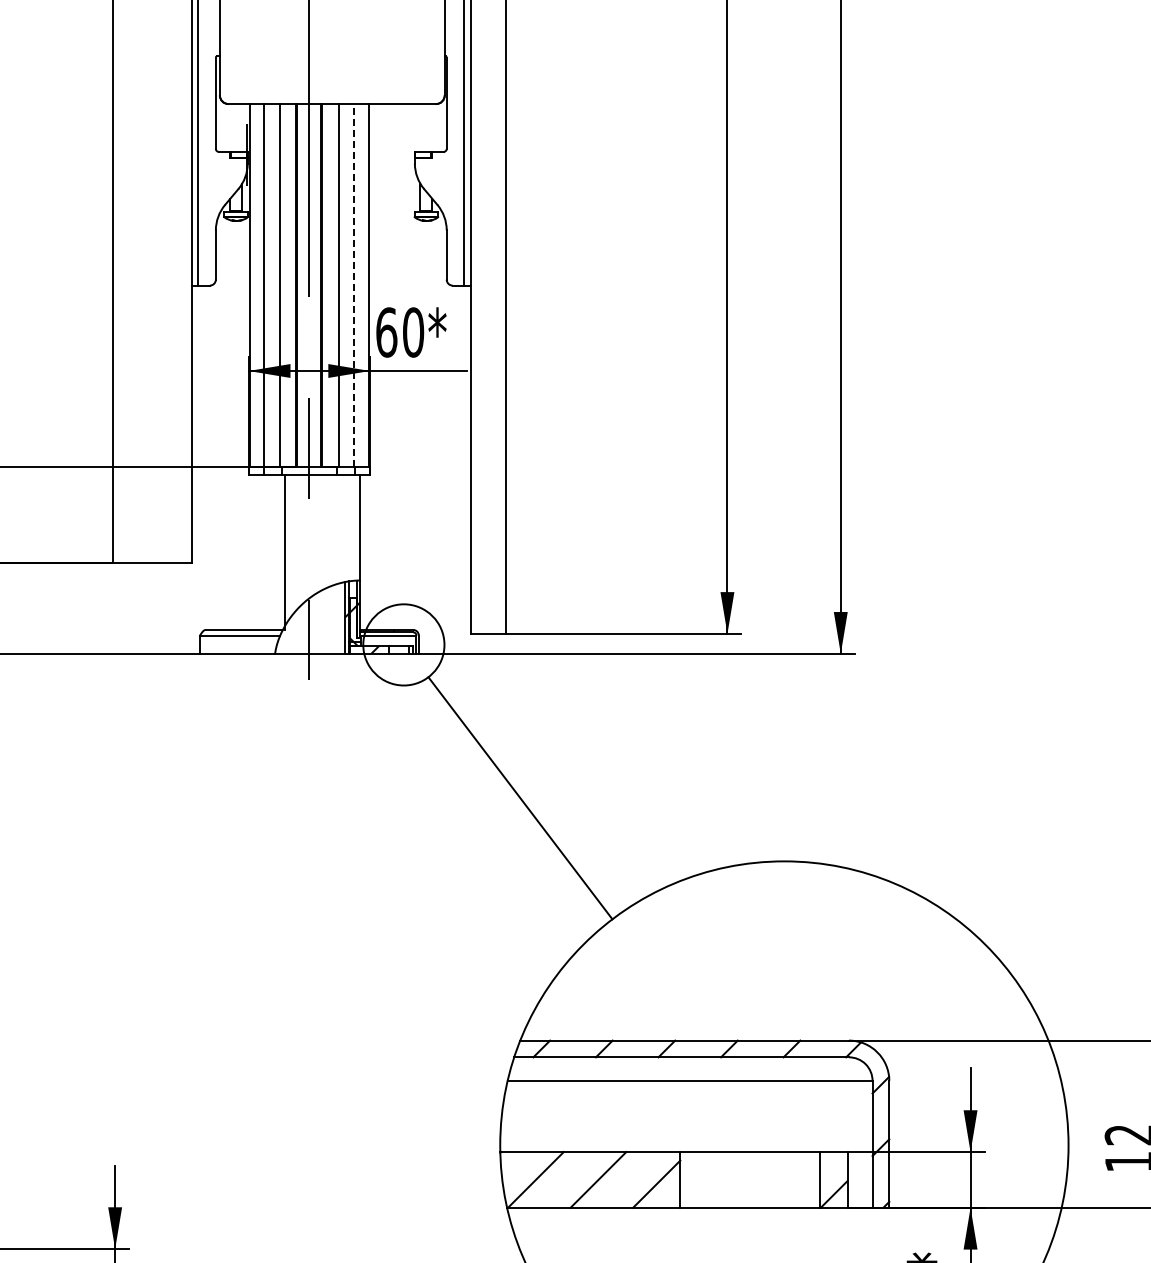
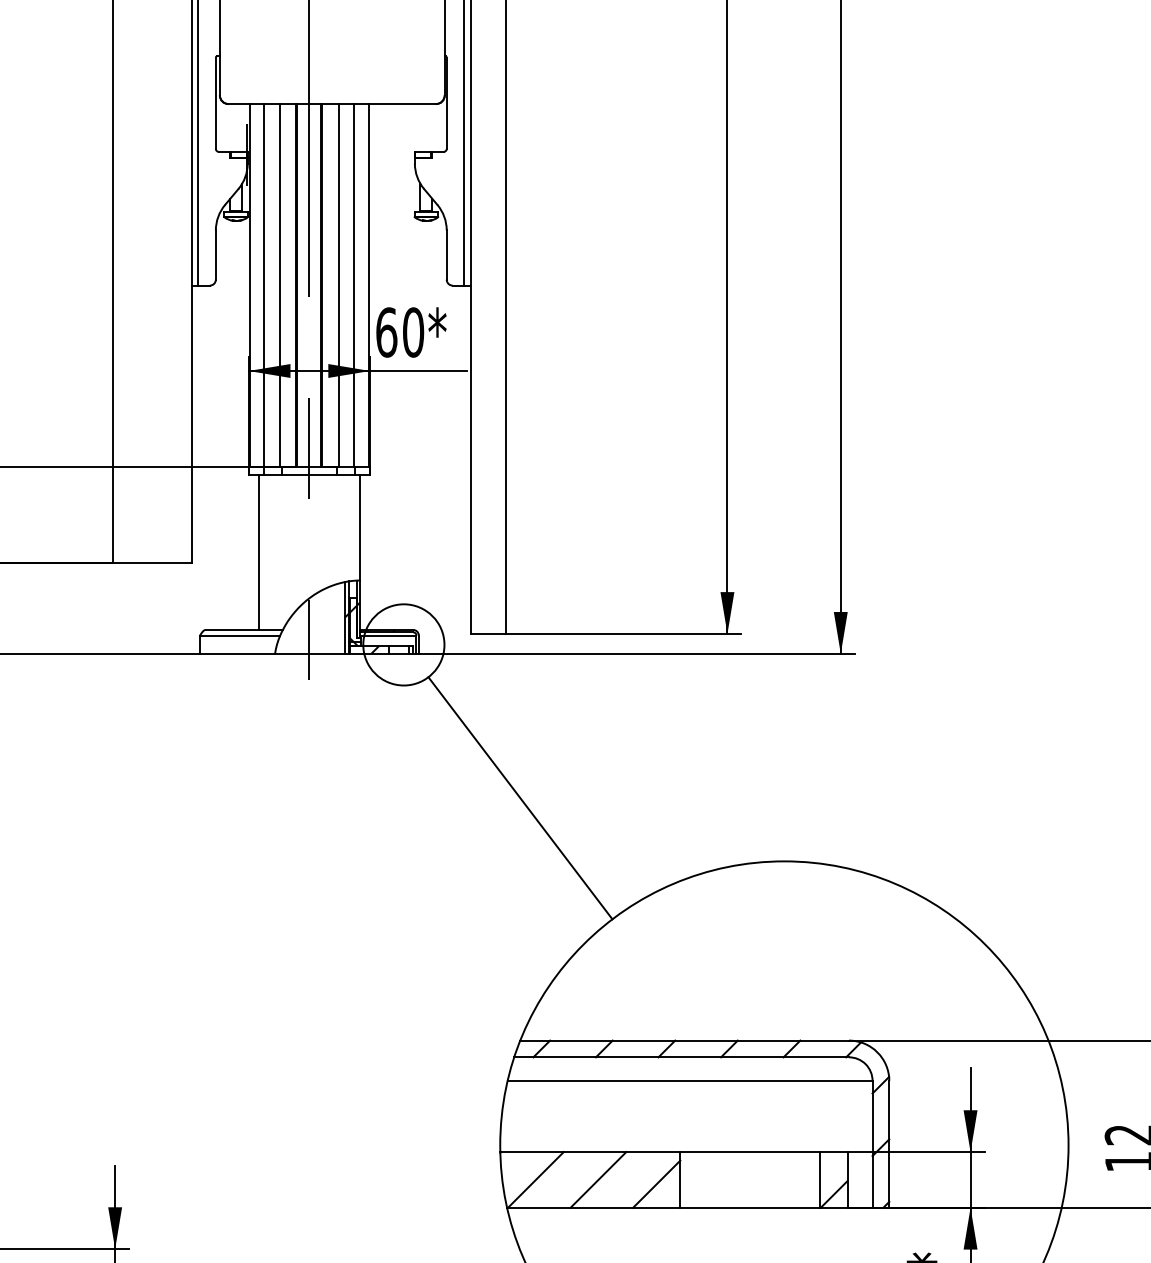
line at (354, 284): dashed -> solid
line at (284, 551) position: (284, 551) -> (258, 551)
